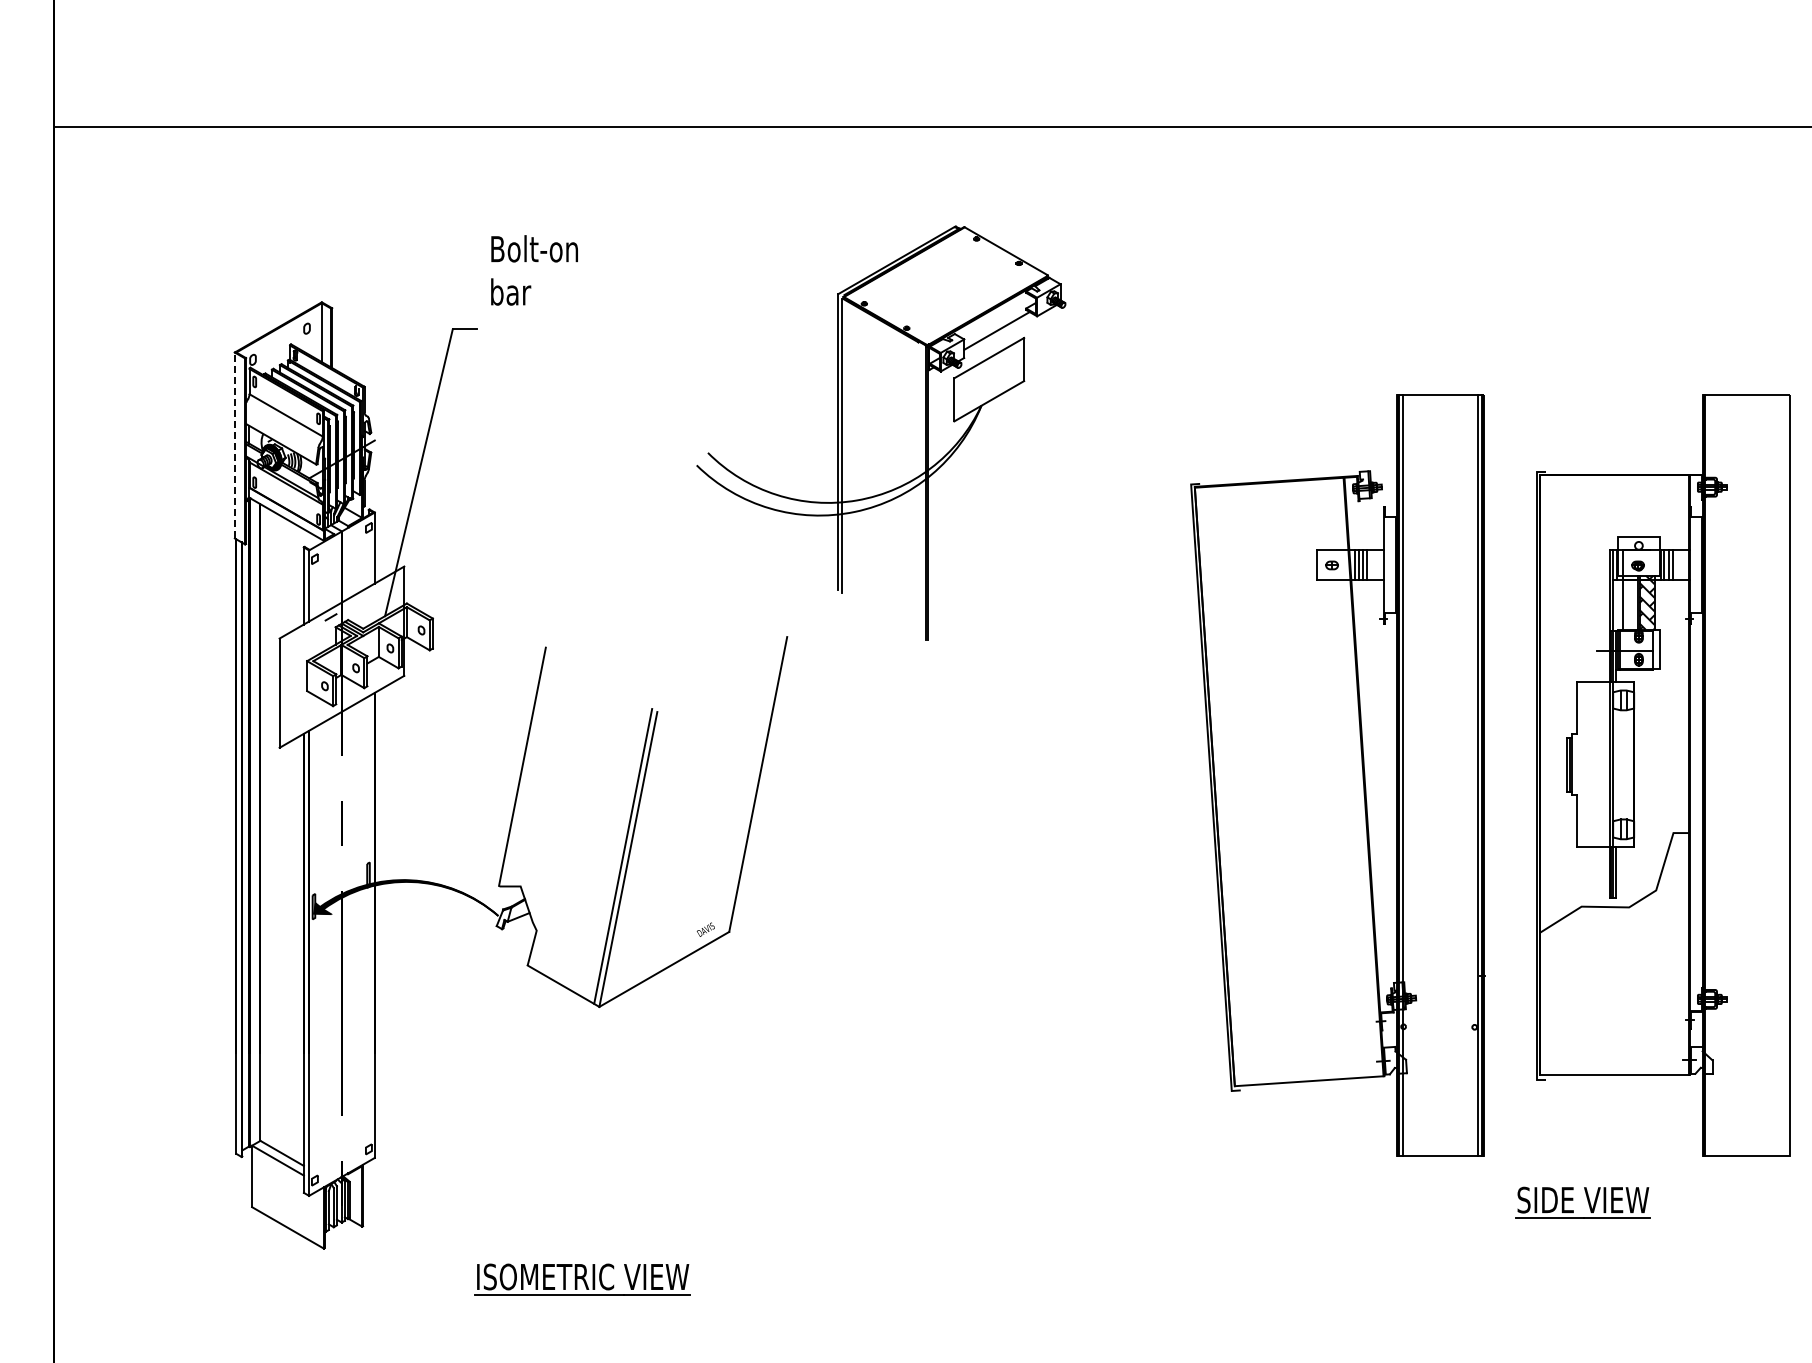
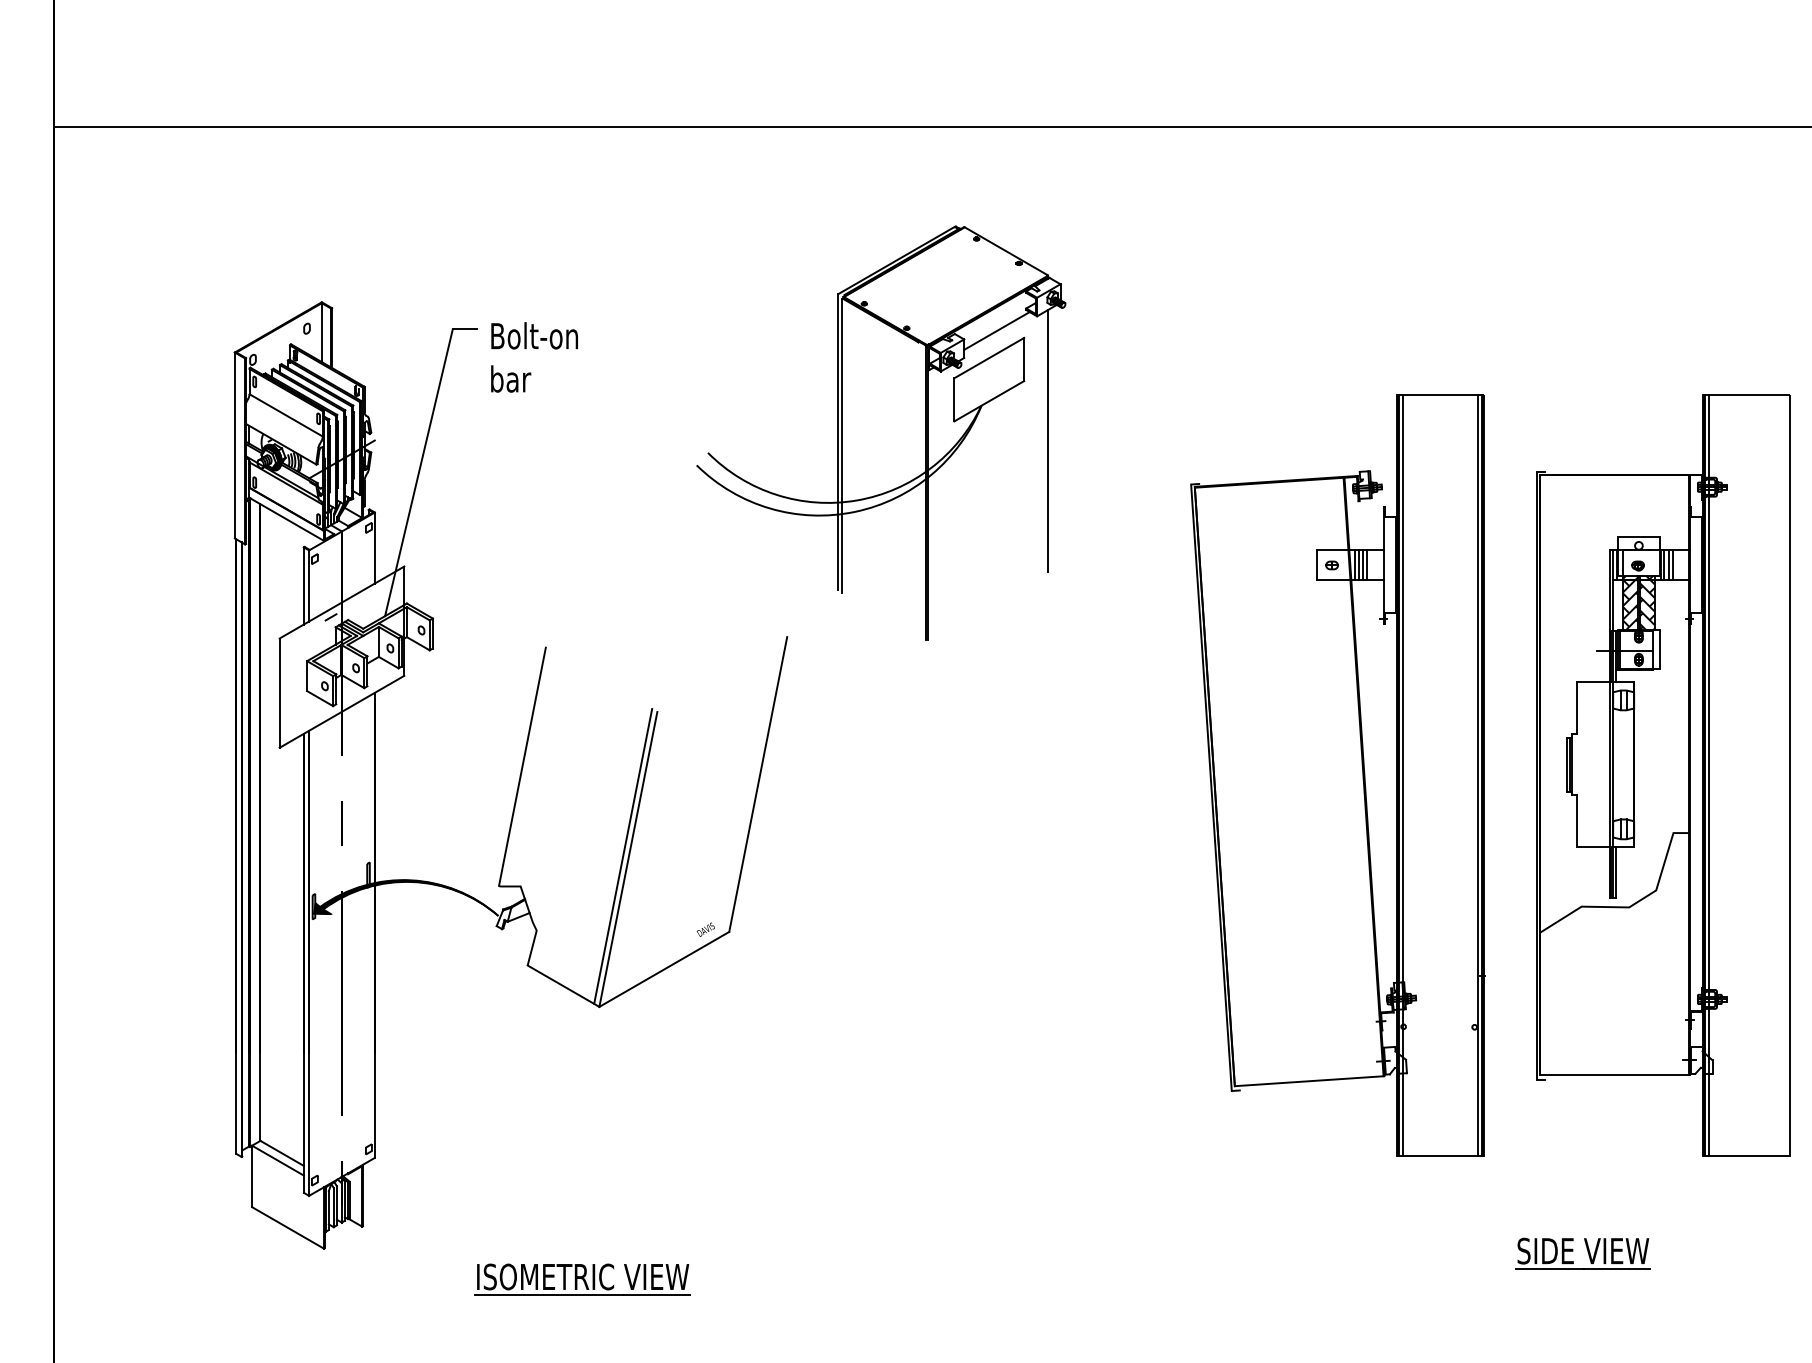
text at (534, 270) position: (534, 270) -> (534, 357)
line at (1048, 440): none -> present
line at (234, 445): dashed -> solid
hatch at (1630, 602): none -> present
line at (1709, 775): none -> present
part at (1582, 1202) position: (1582, 1202) -> (1582, 1253)
